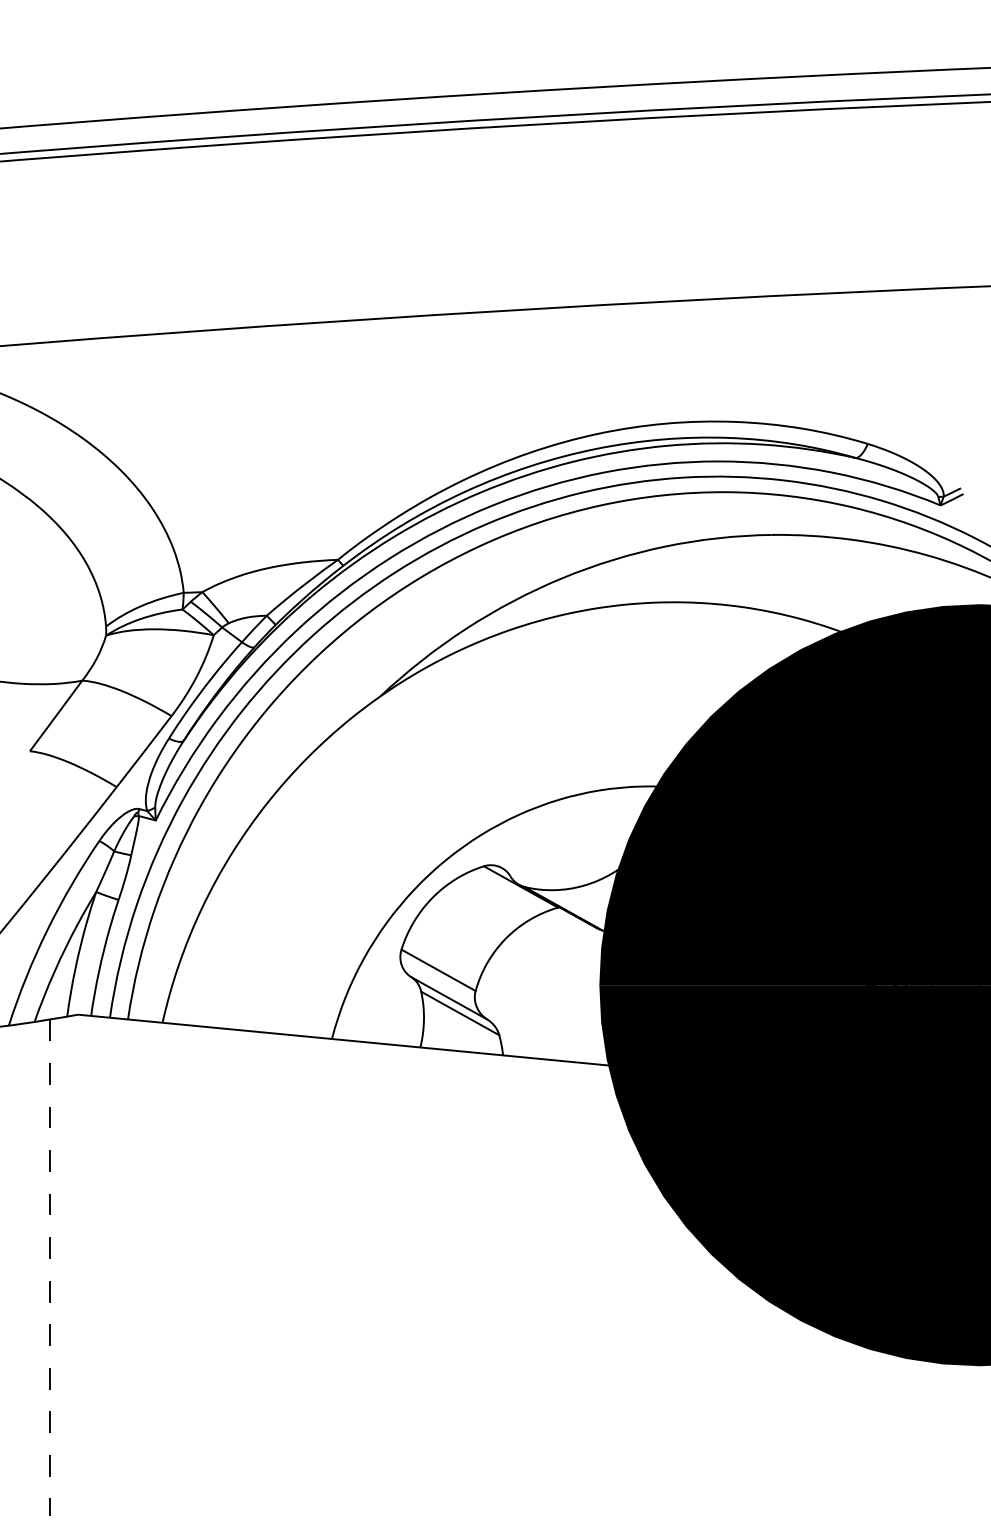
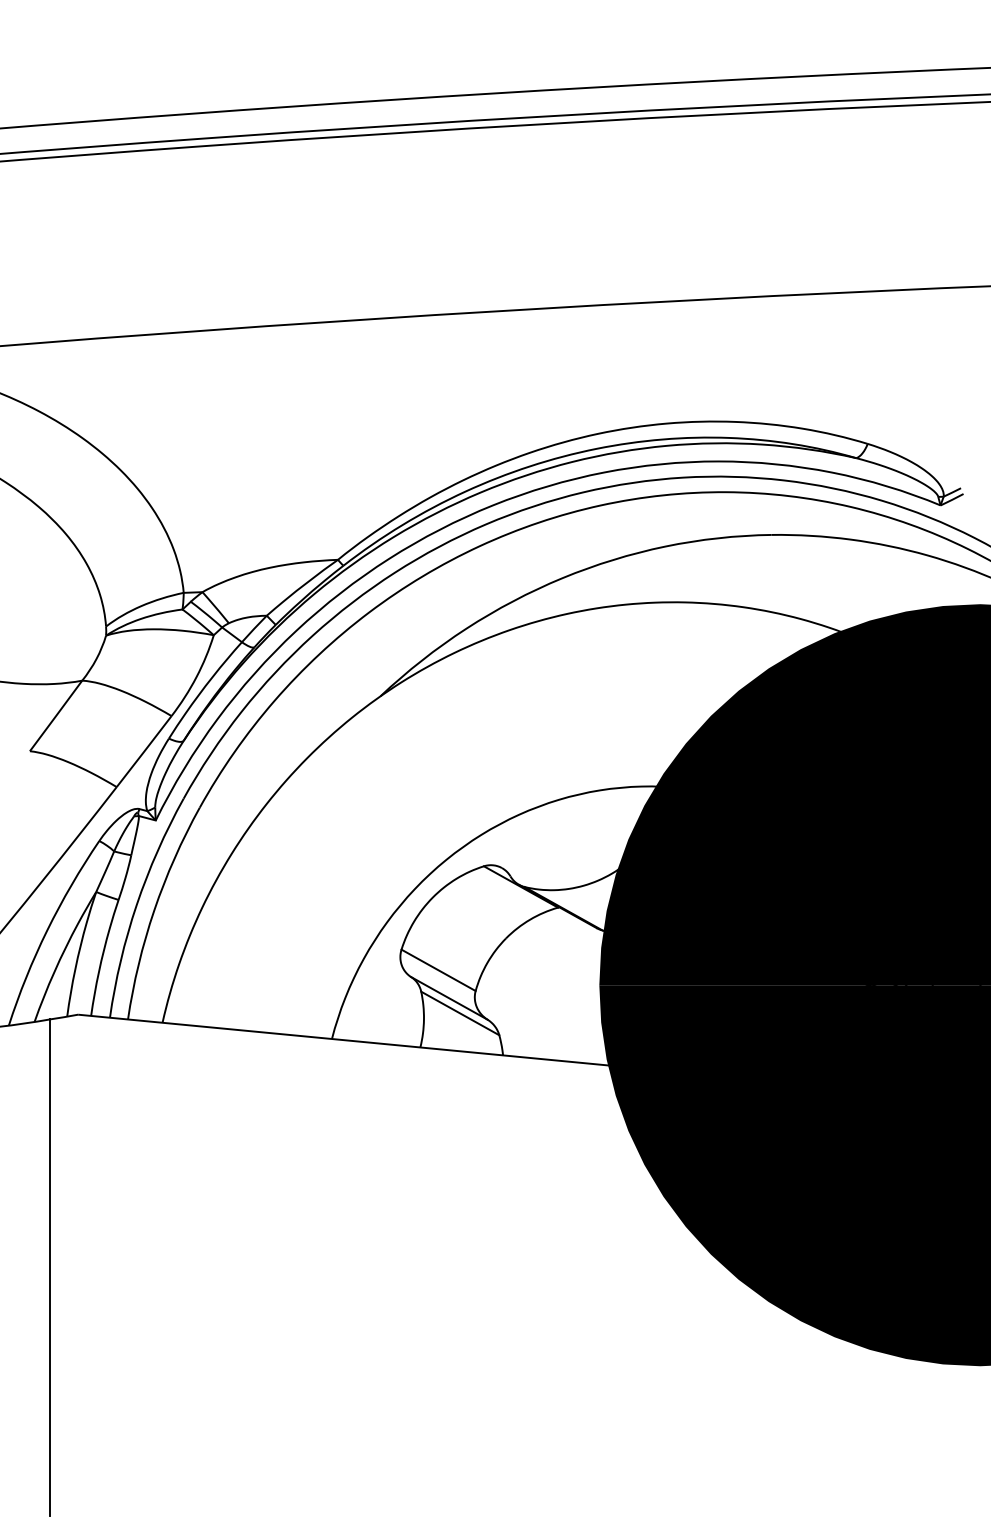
line at (49, 1268): dashed -> solid
